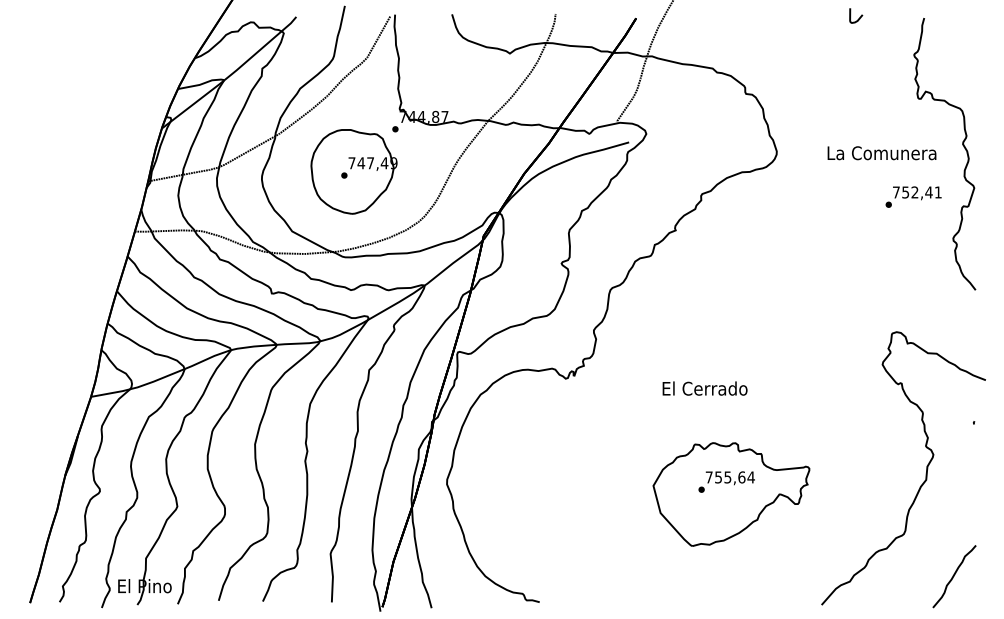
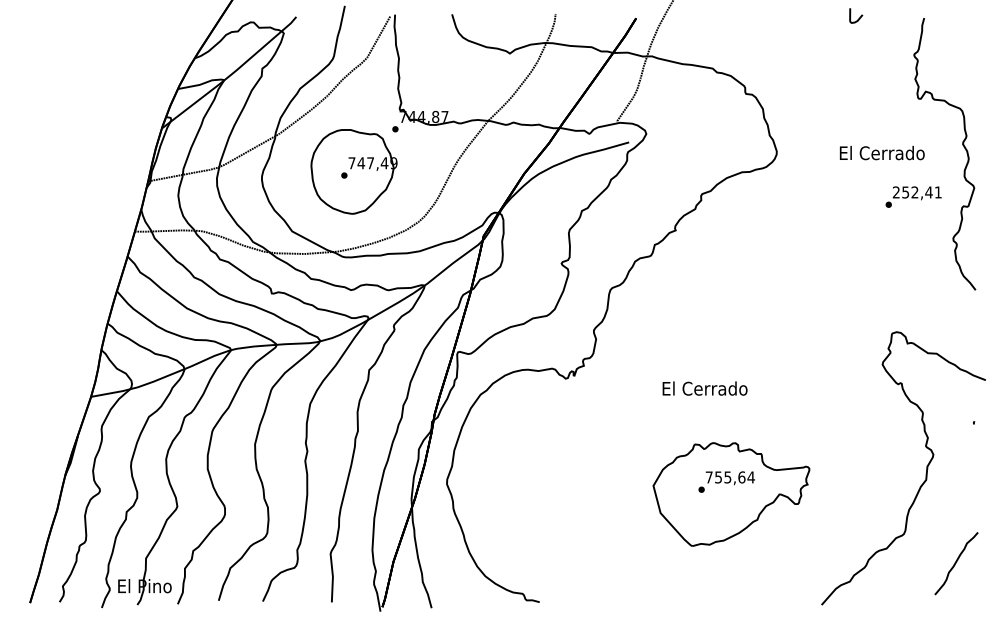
text at (881, 152): La Comunera -> El Cerrado
text at (895, 192): 752,41 -> 252,41
curve at (954, 576) position: (954, 576) -> (956, 563)
